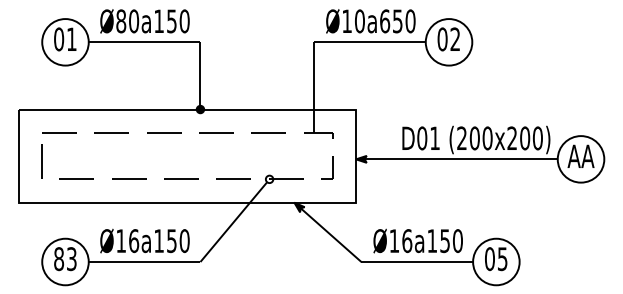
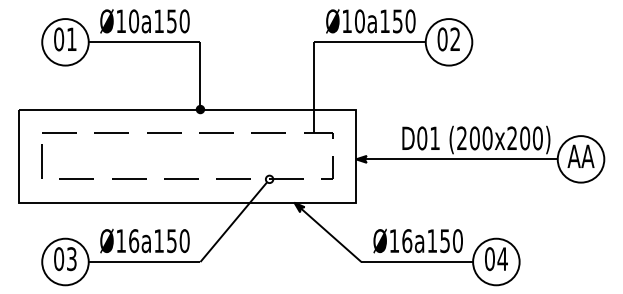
text at (121, 21): Ø80a150 -> Ø10a150
text at (385, 21): Ø10a650 -> Ø10a150
text at (59, 258): 83 -> 03
text at (502, 259): 05 -> 04
